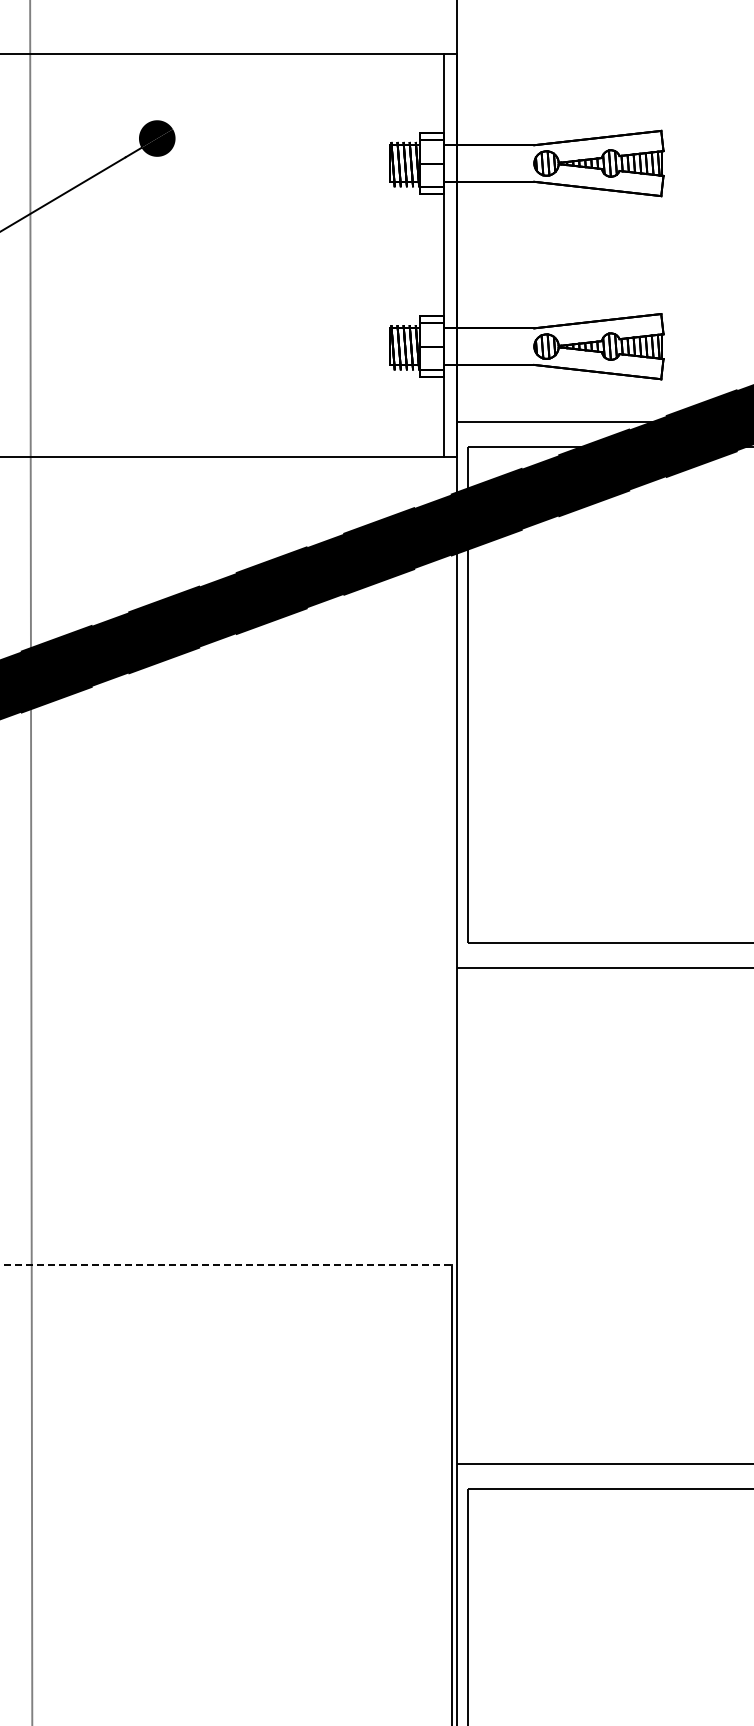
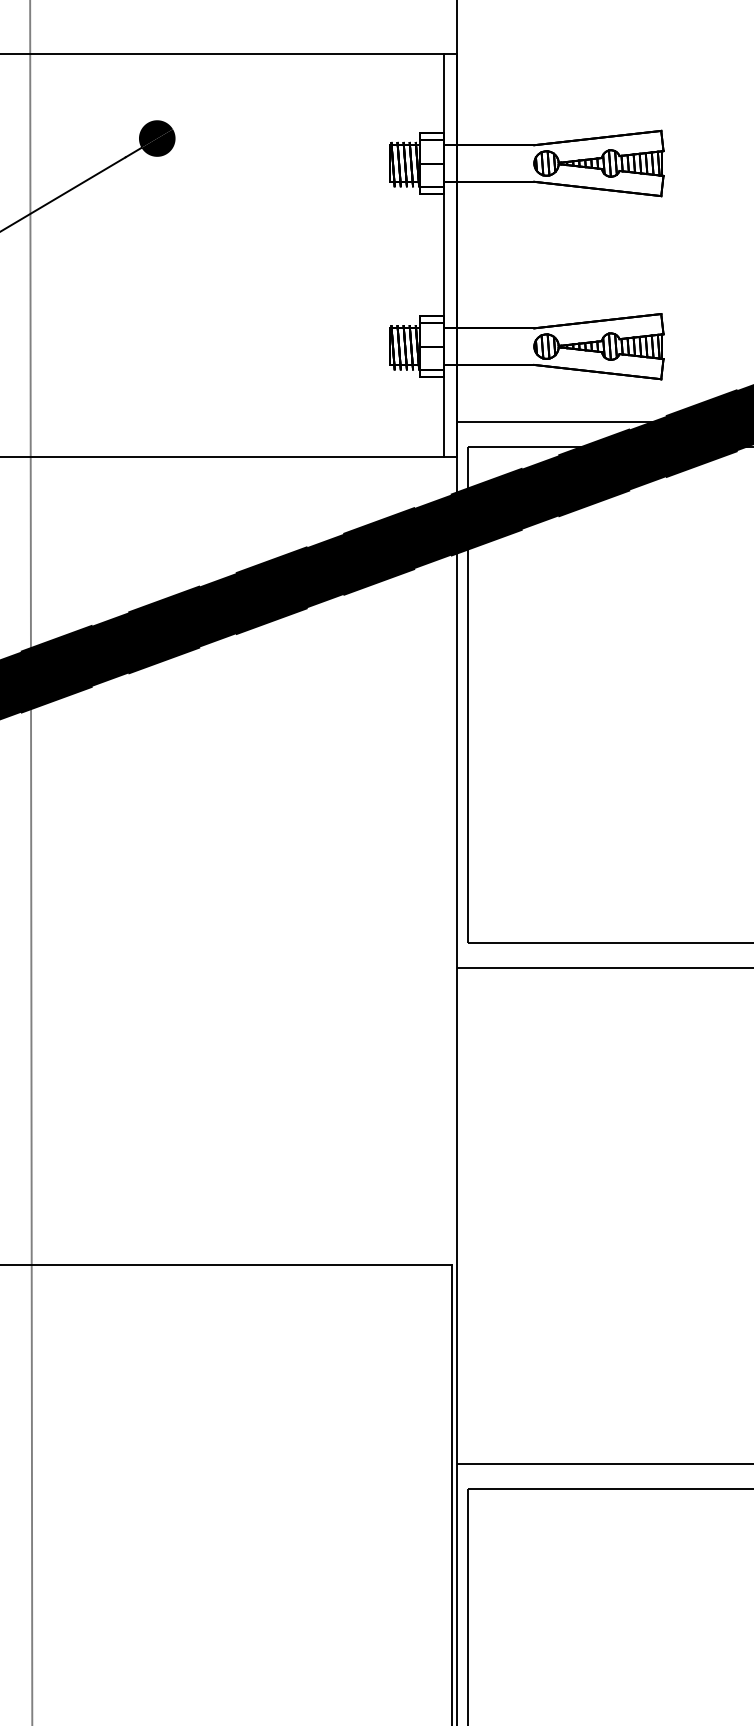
line at (226, 1264): dashed -> solid
